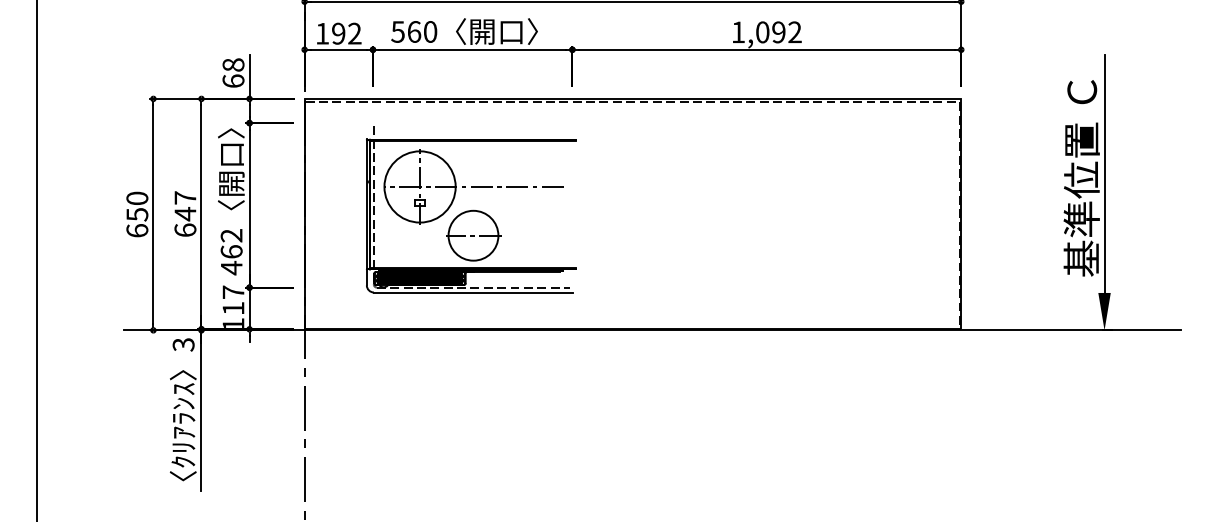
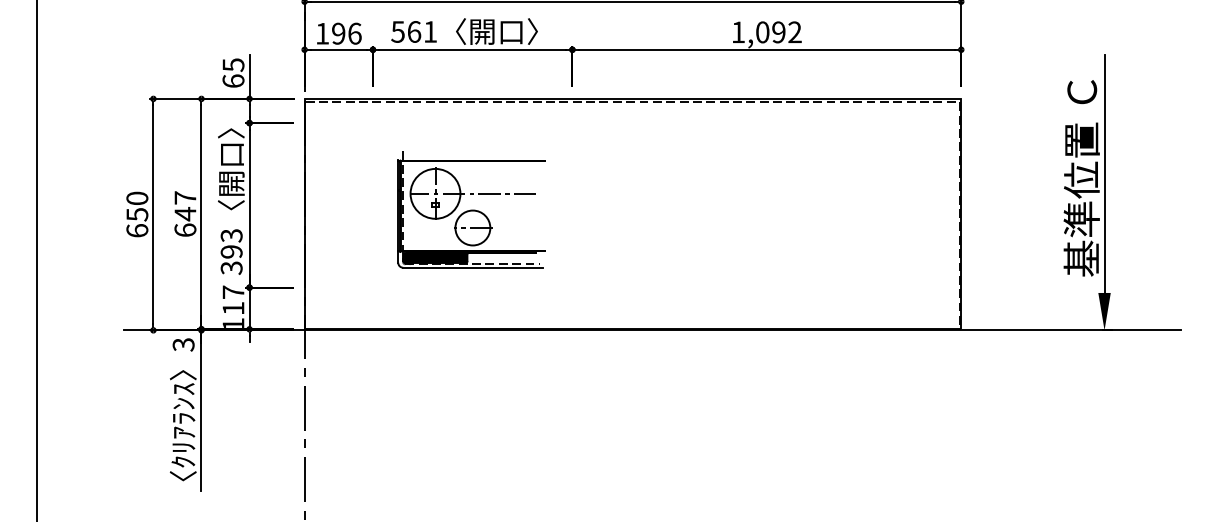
text at (430, 31): 560 -> 561
text at (354, 33): 192 -> 196
text at (233, 65): 68 -> 65
part at (471, 209) size: 211x168 px -> 149x118 px
text at (231, 252): 462 -> 393
